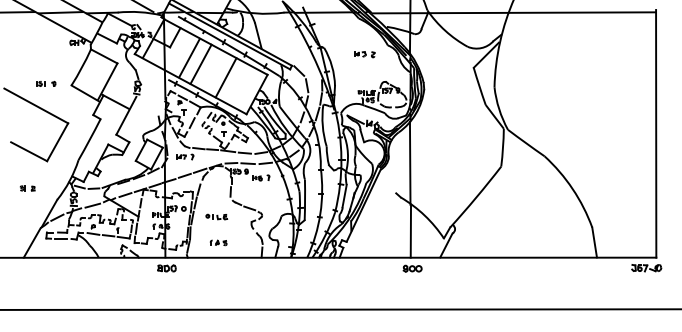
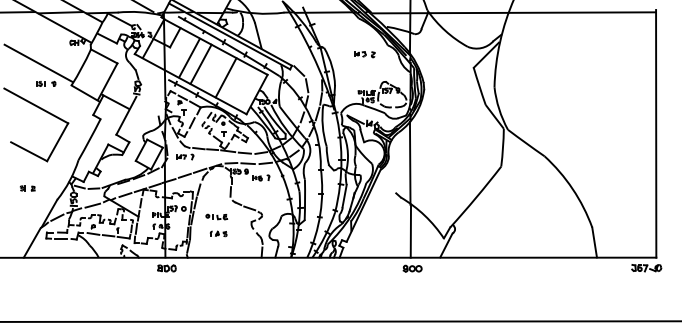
line at (38, 63): none -> present
part at (218, 242) position: (218, 242) -> (218, 233)
line at (340, 309) position: (340, 309) -> (340, 321)
